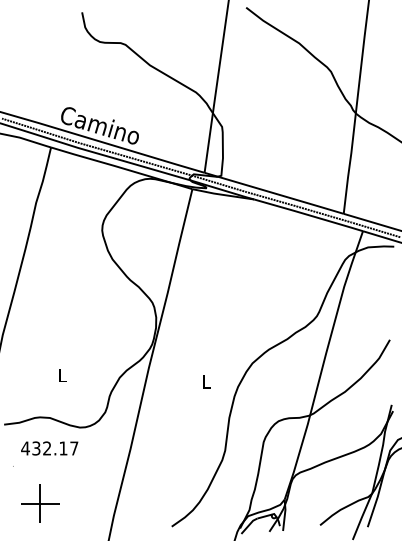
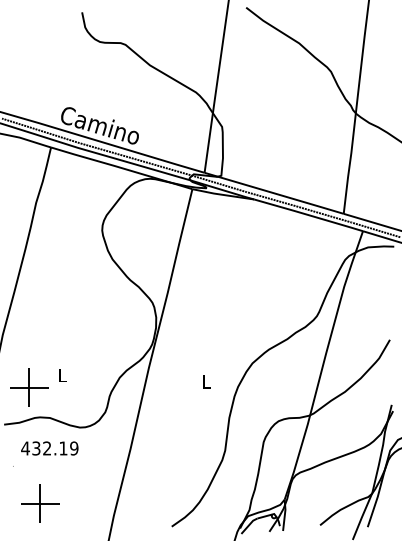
part at (29, 387): none -> present
text at (74, 448): 432.17 -> 432.19
